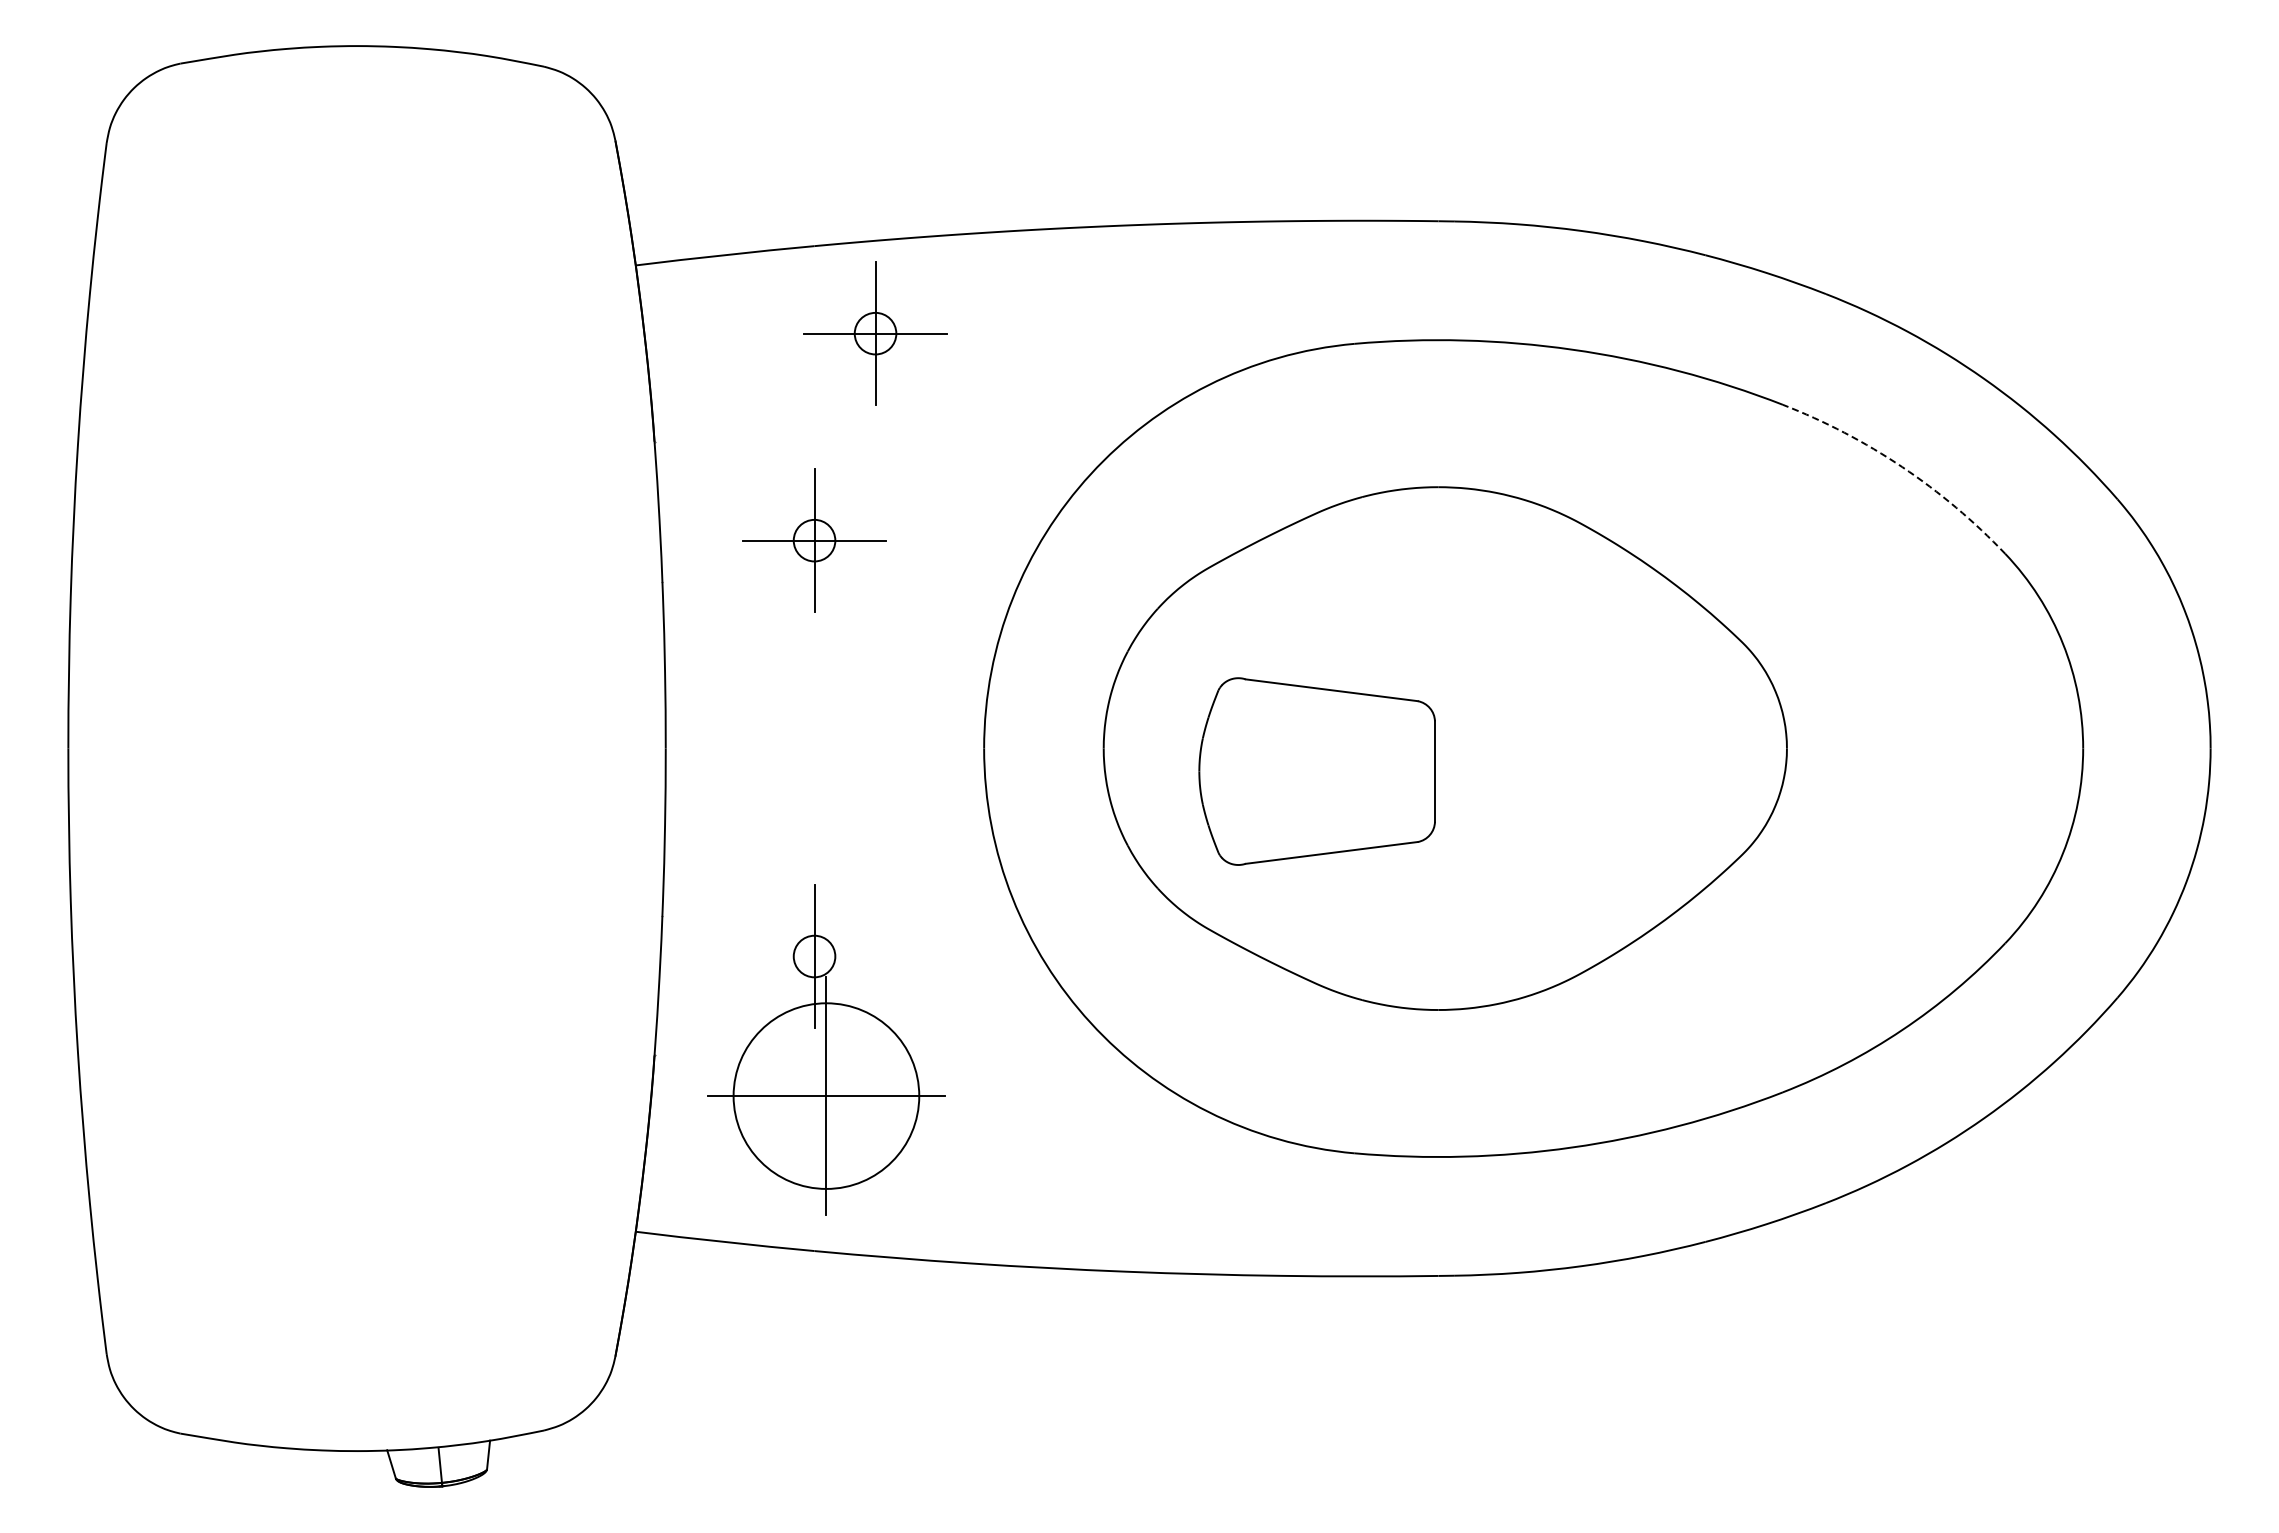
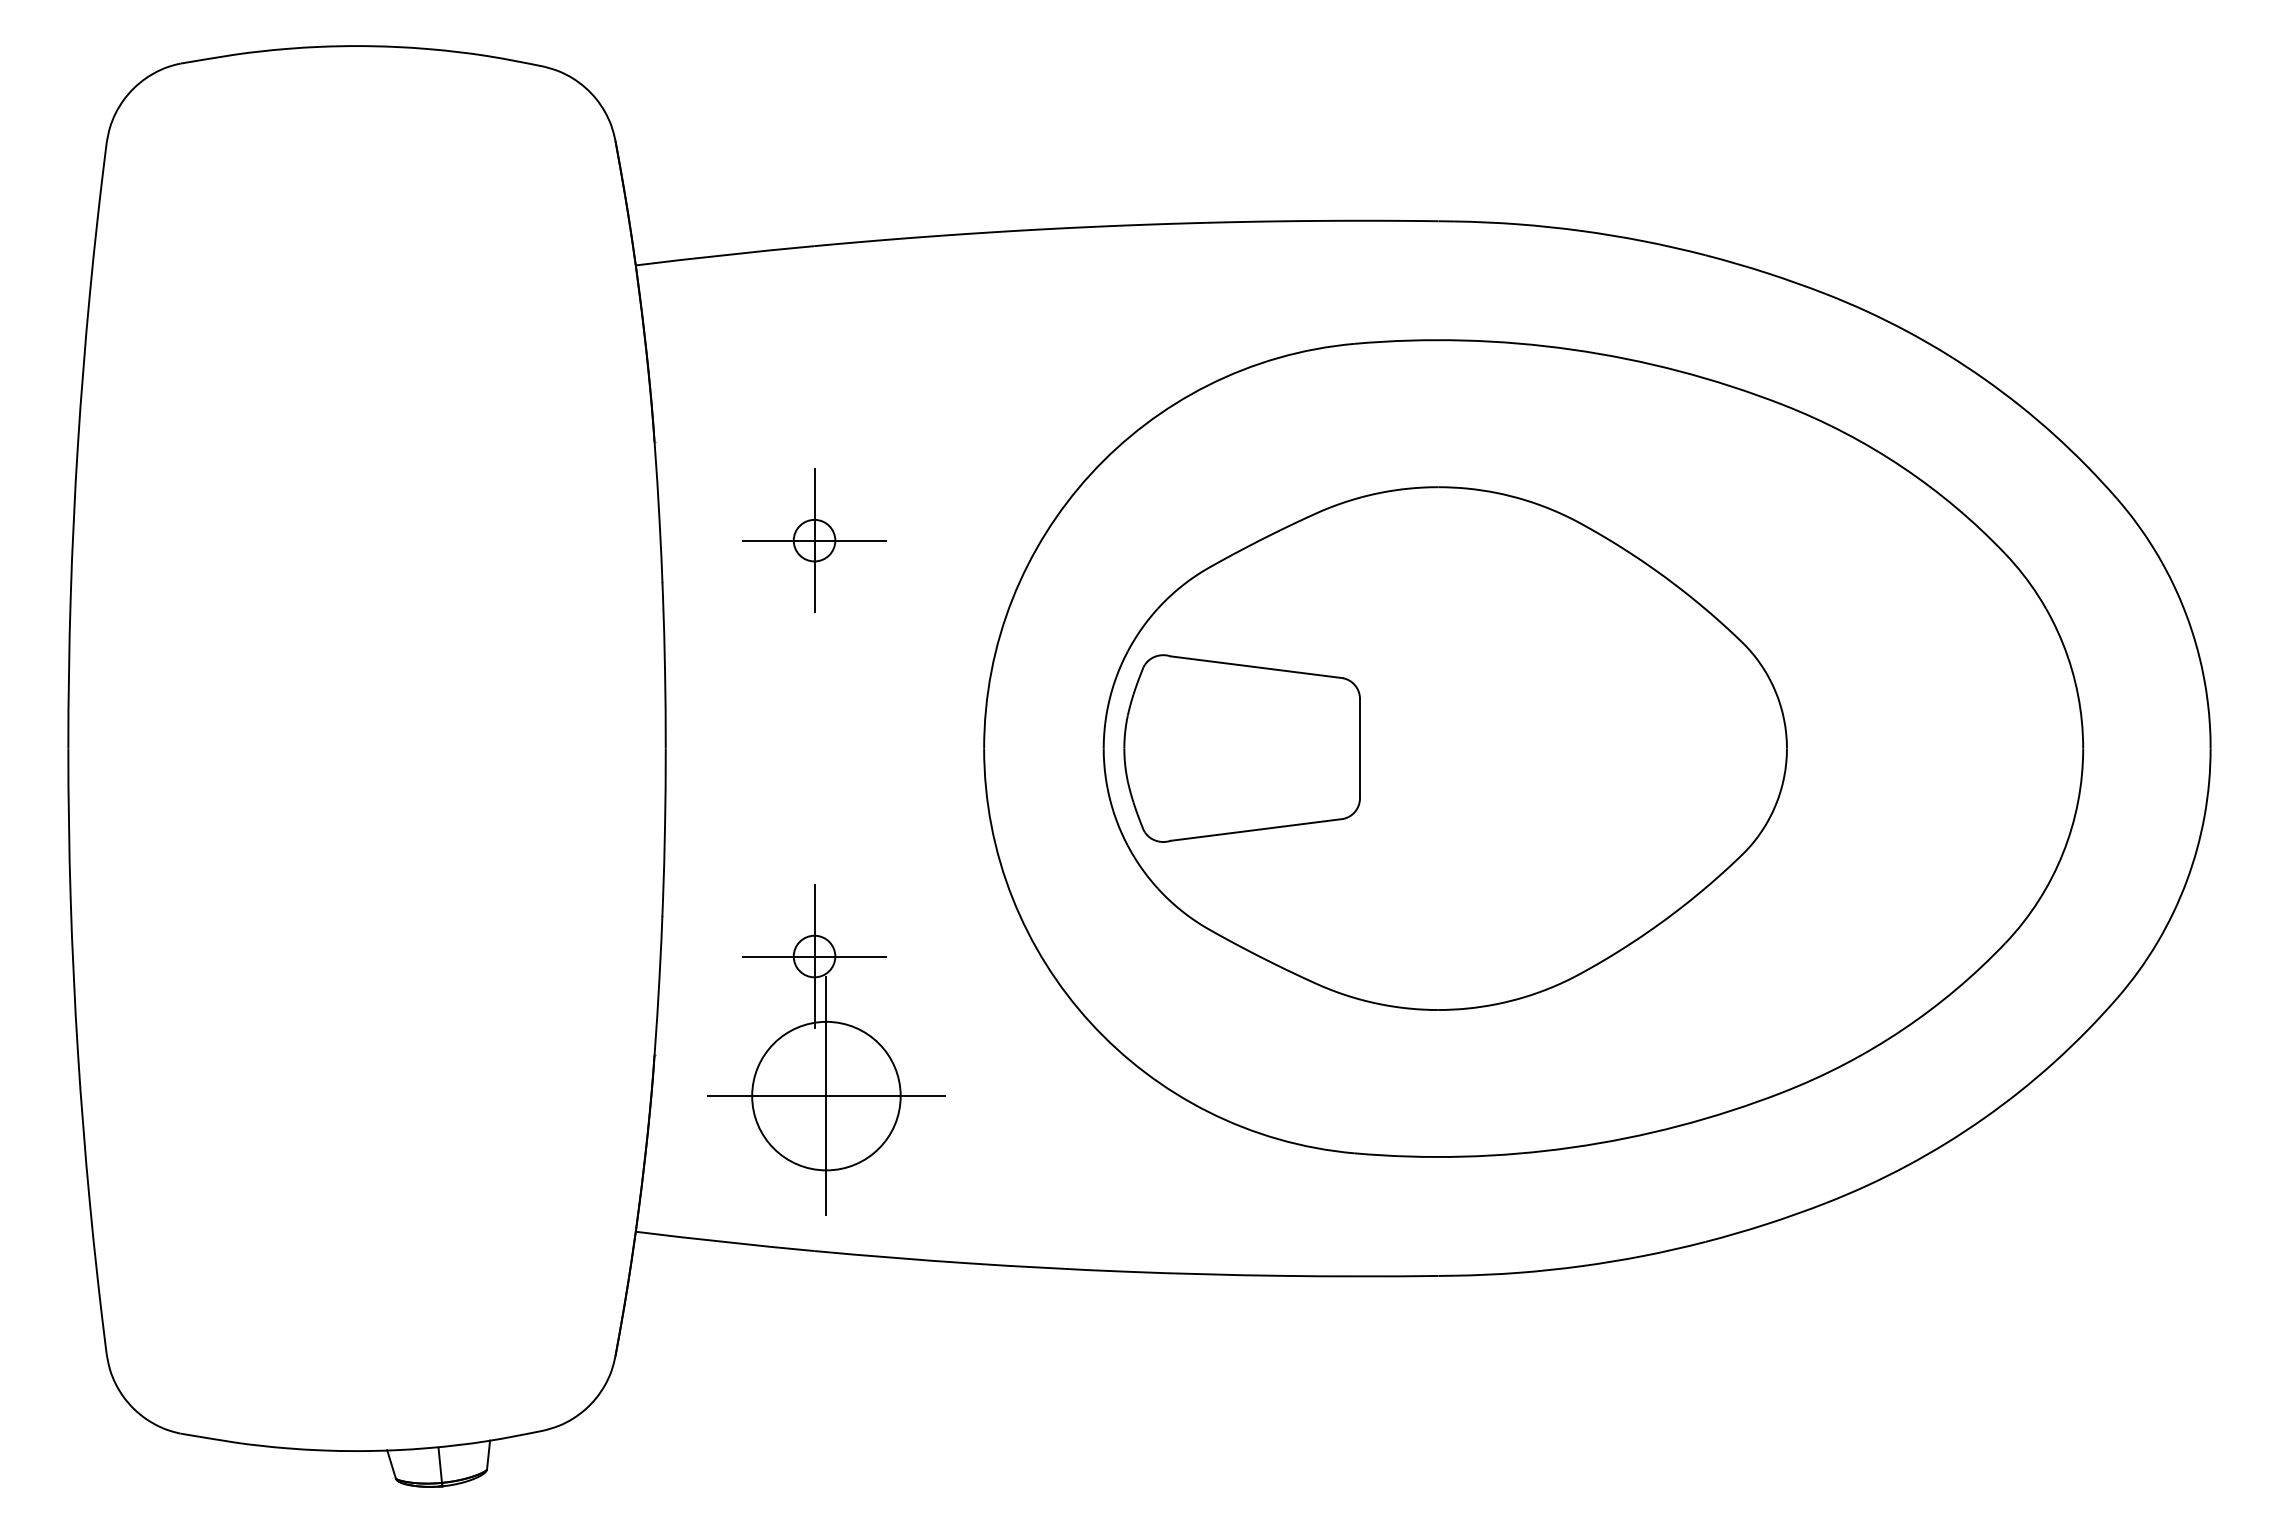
part at (875, 333): present -> none
arc at (1902, 467): dashed -> solid
part at (1316, 771) position: (1316, 771) -> (1241, 748)
line at (814, 956): none -> present
circle at (826, 1095) diameter: 186 px -> 149 px
